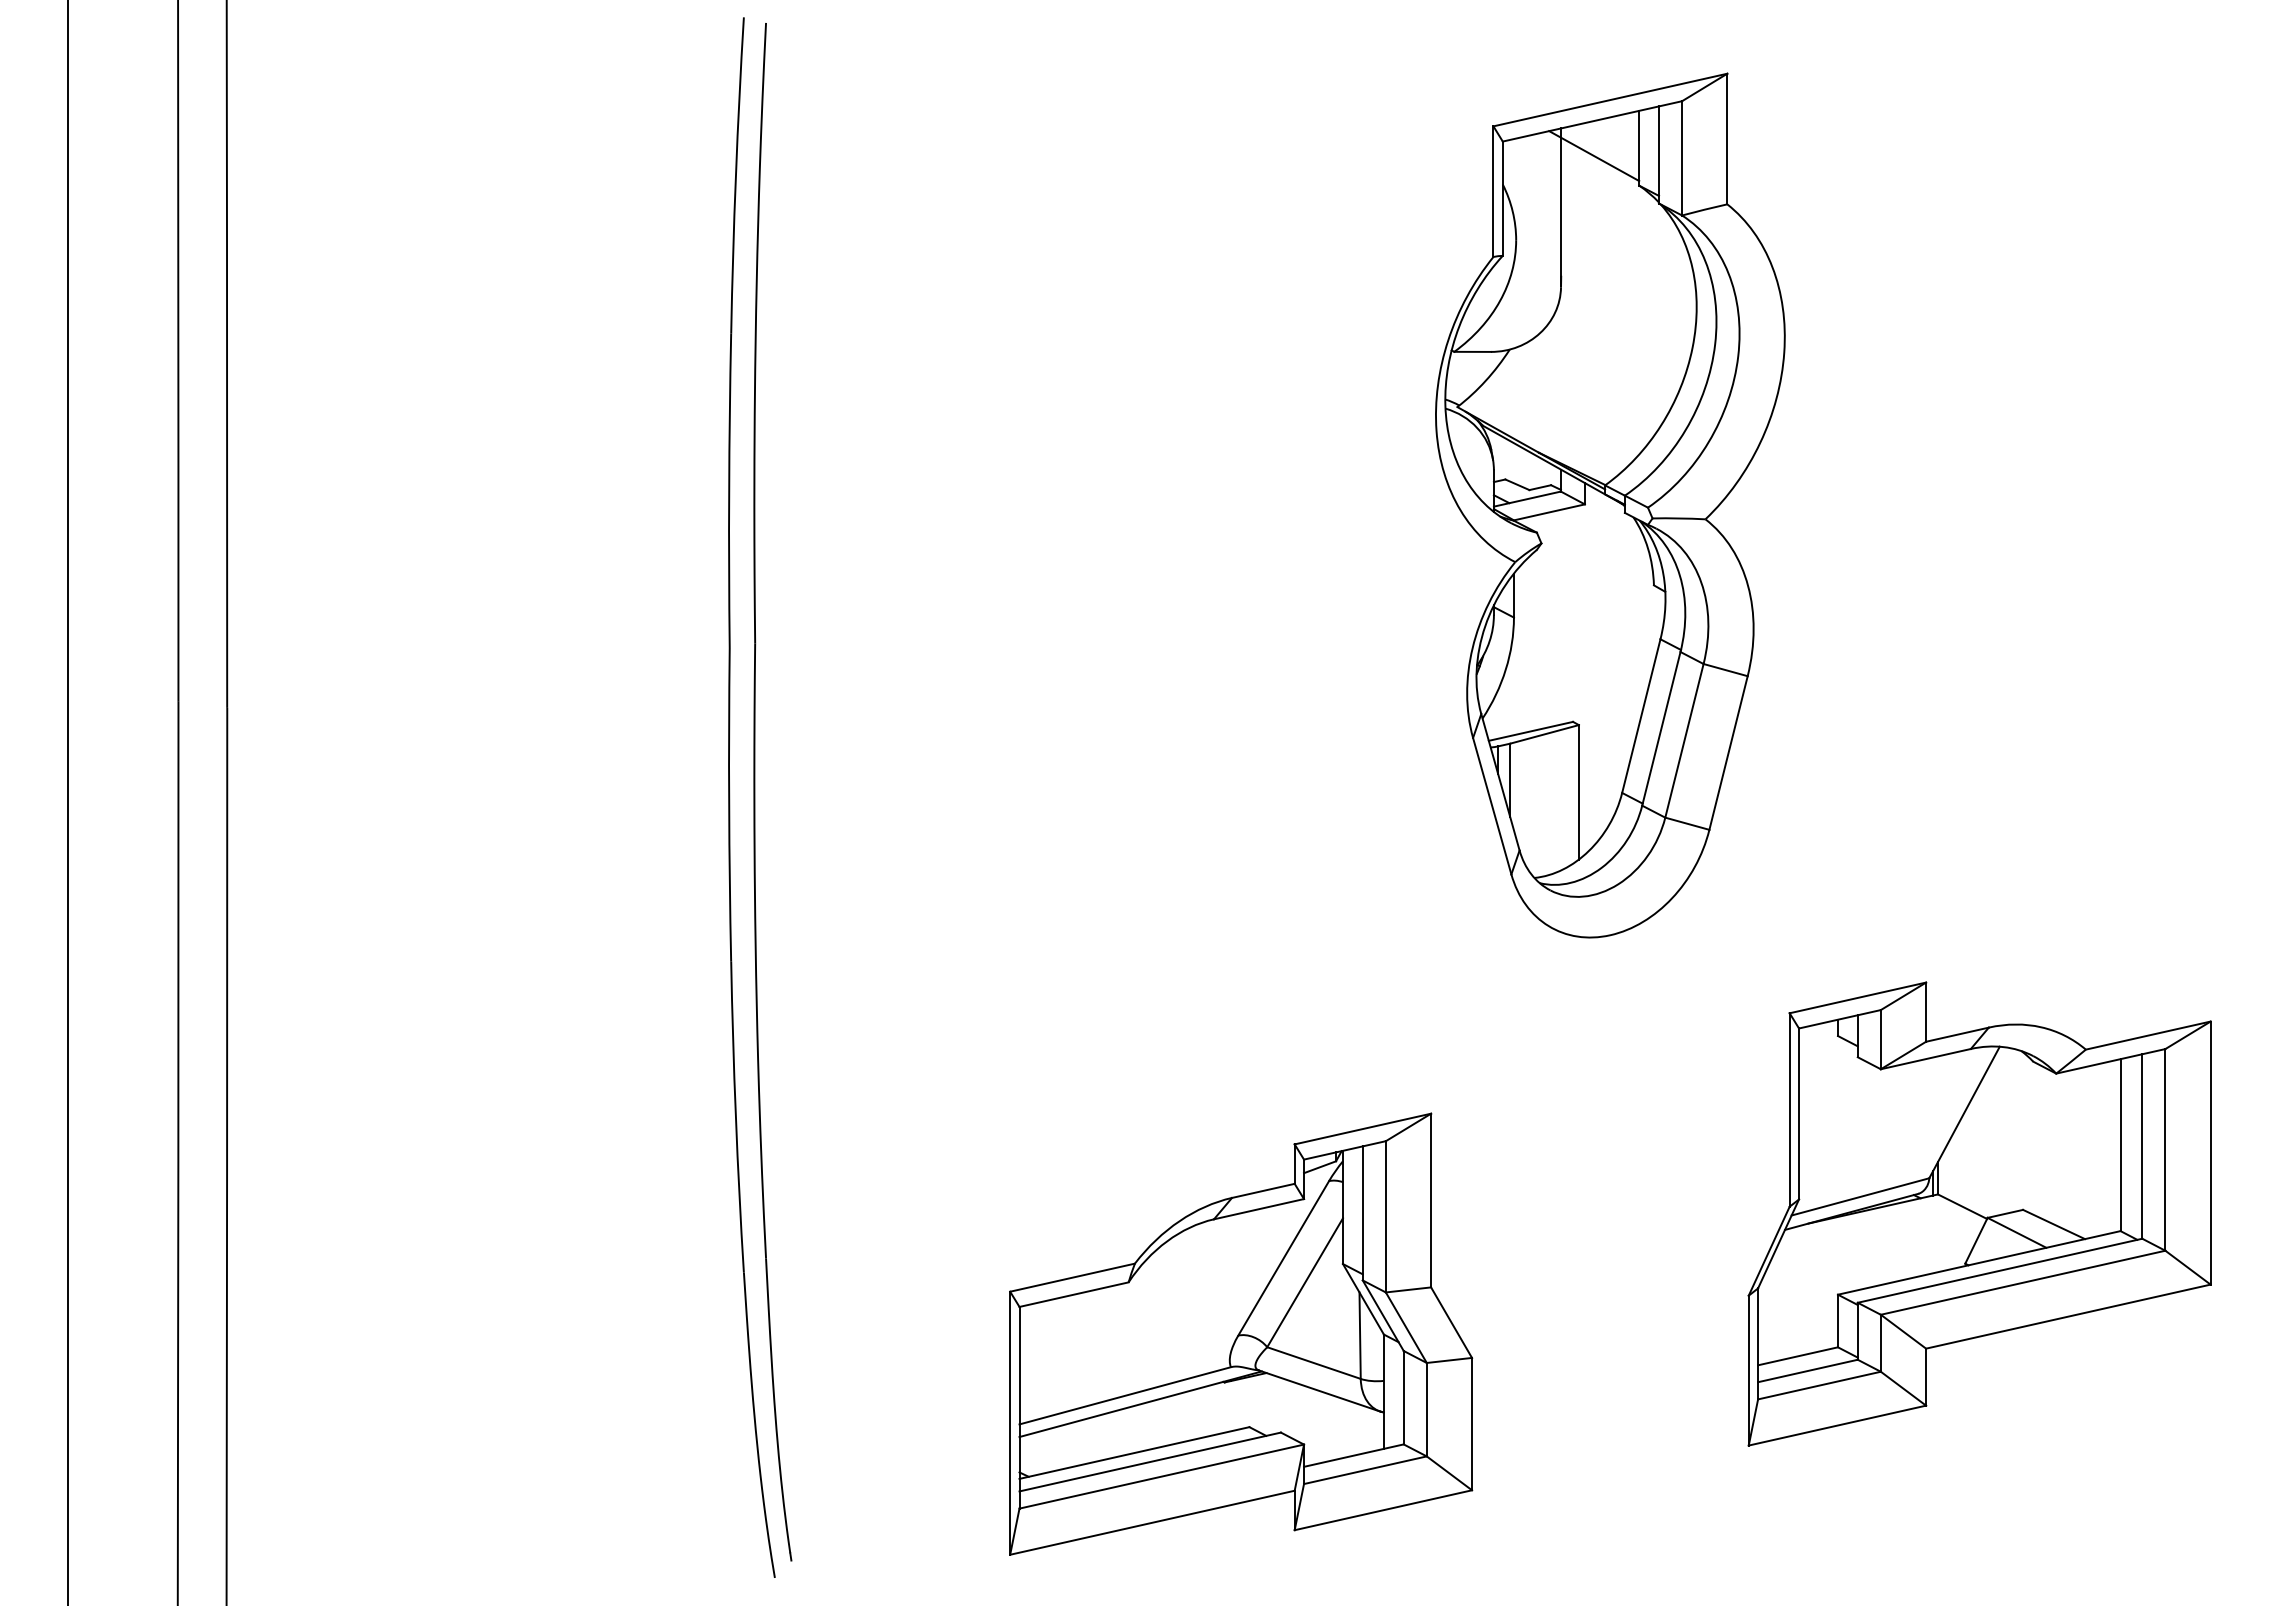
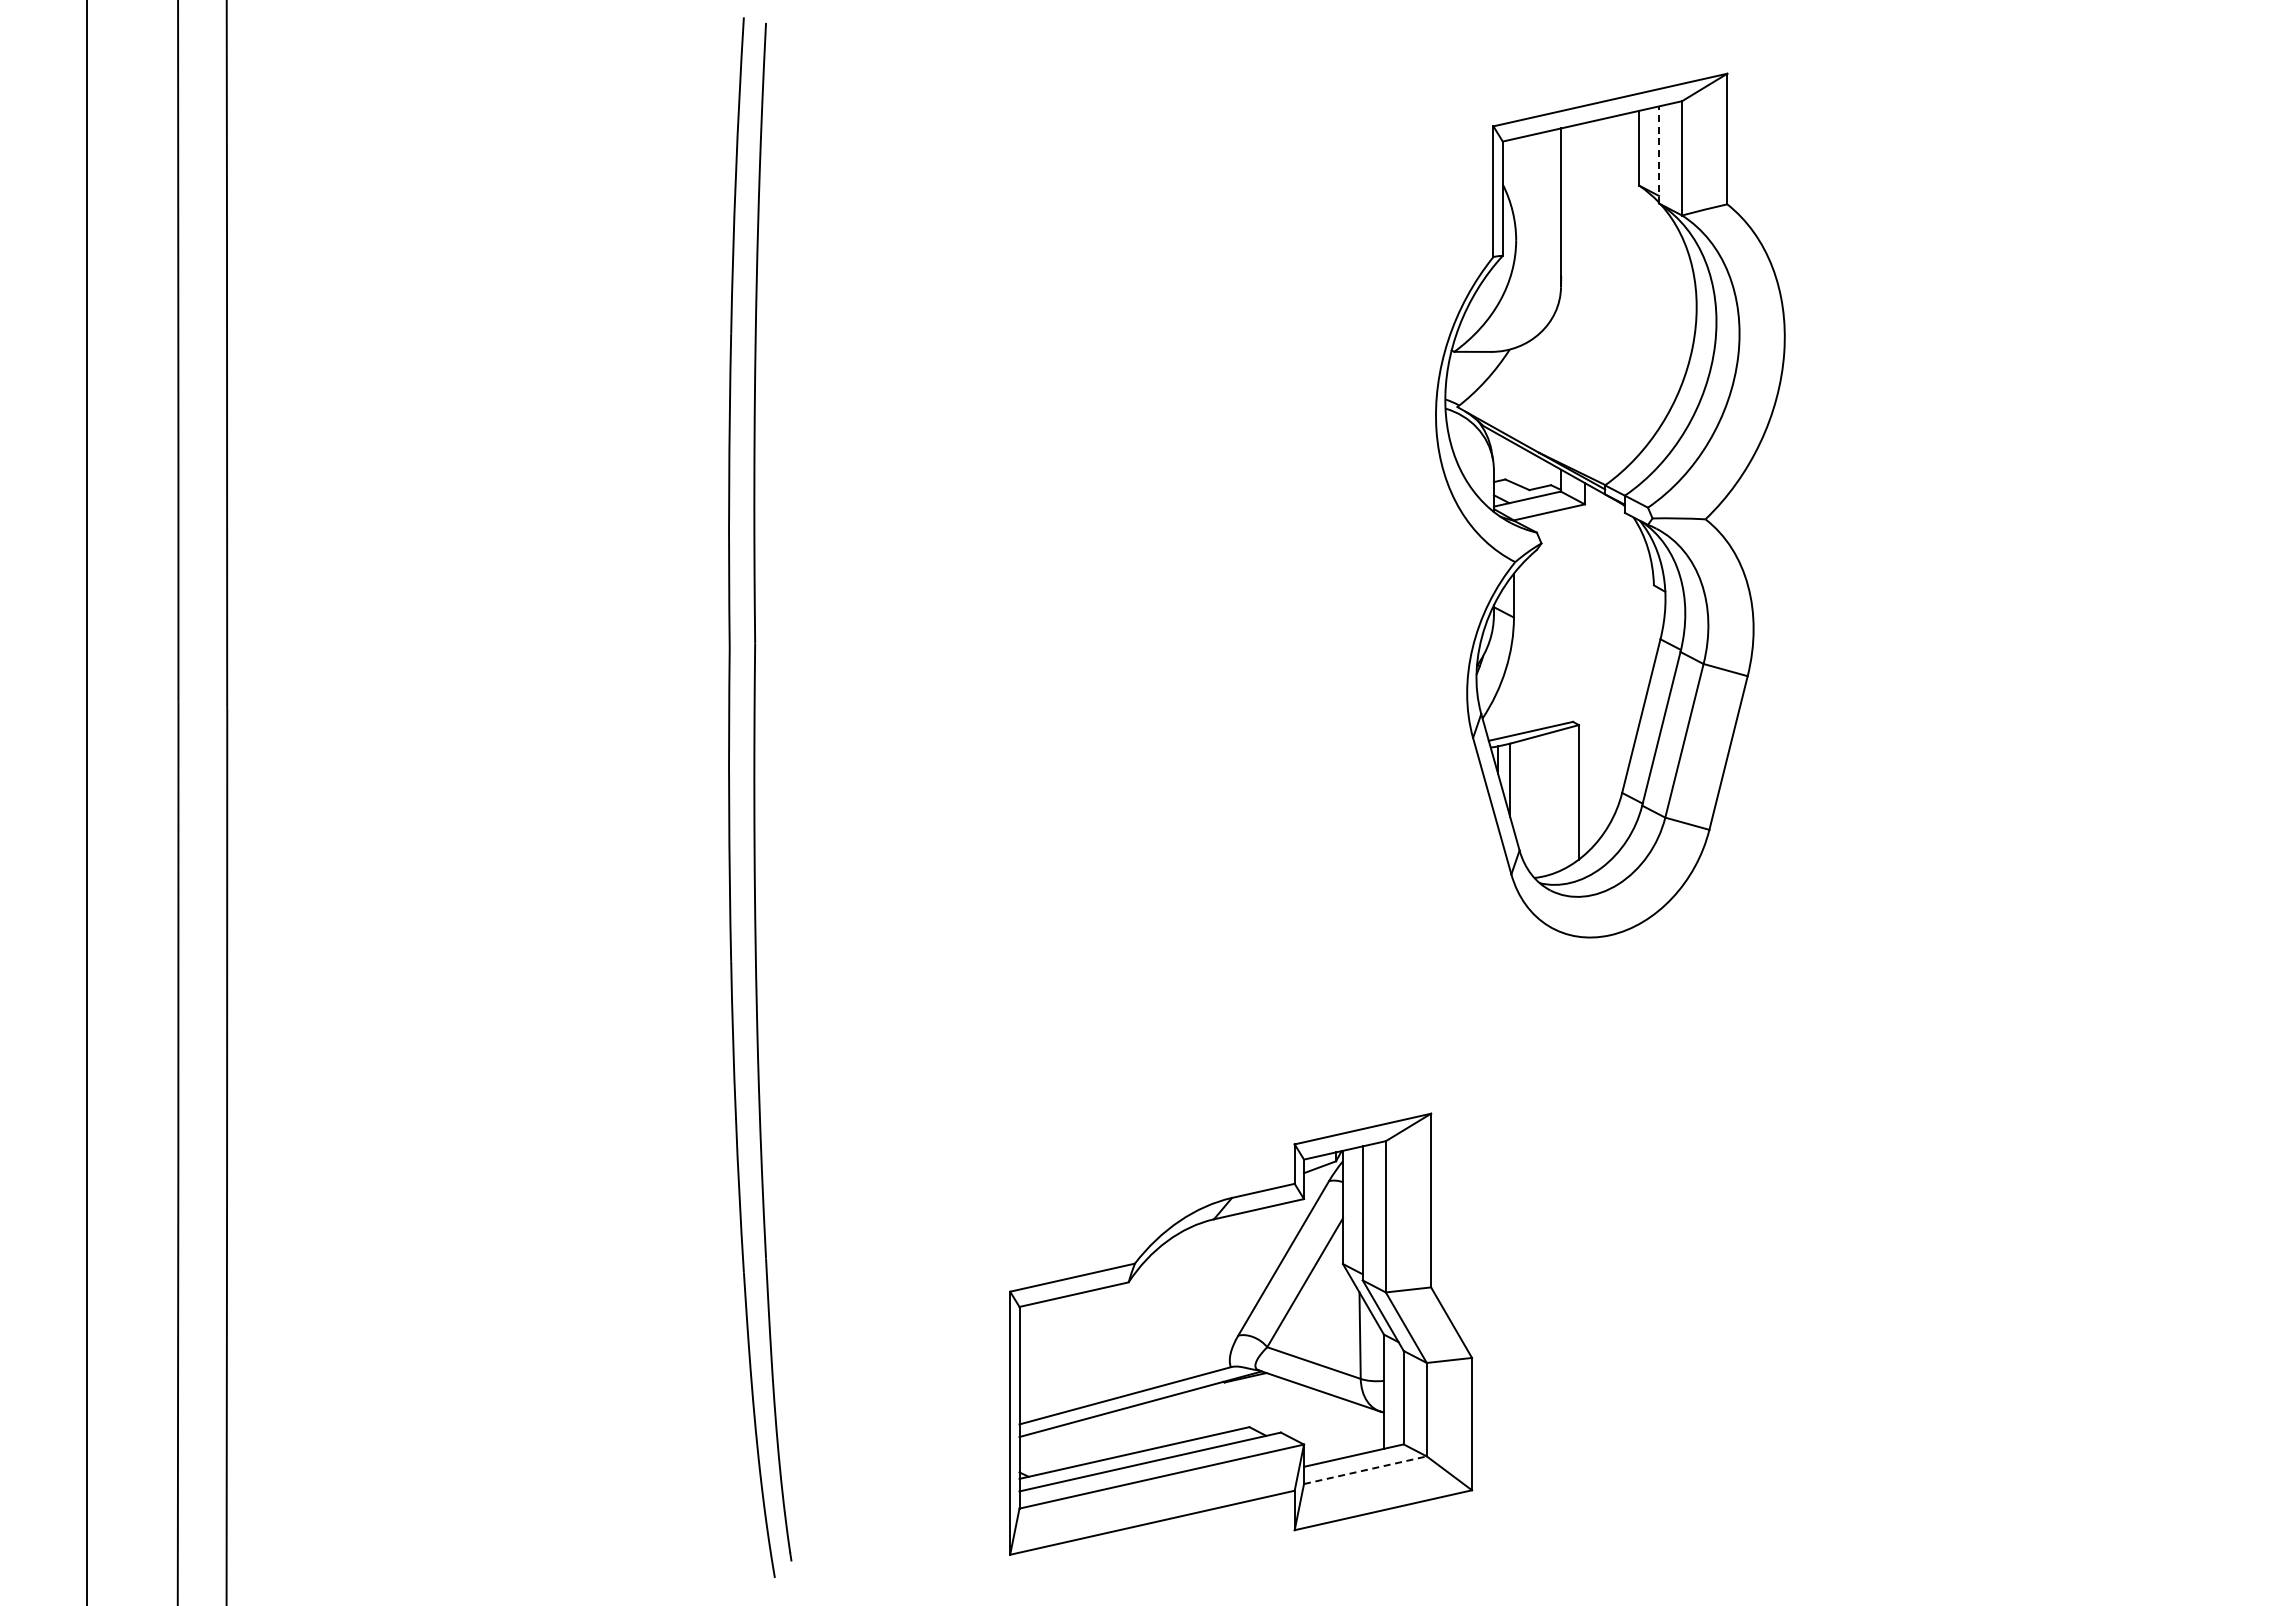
line at (1659, 154): solid -> dashed
line at (1594, 156): present -> none
line at (68, 802) position: (68, 802) -> (87, 802)
part at (1979, 1213): present -> none
line at (1365, 1470): solid -> dashed
